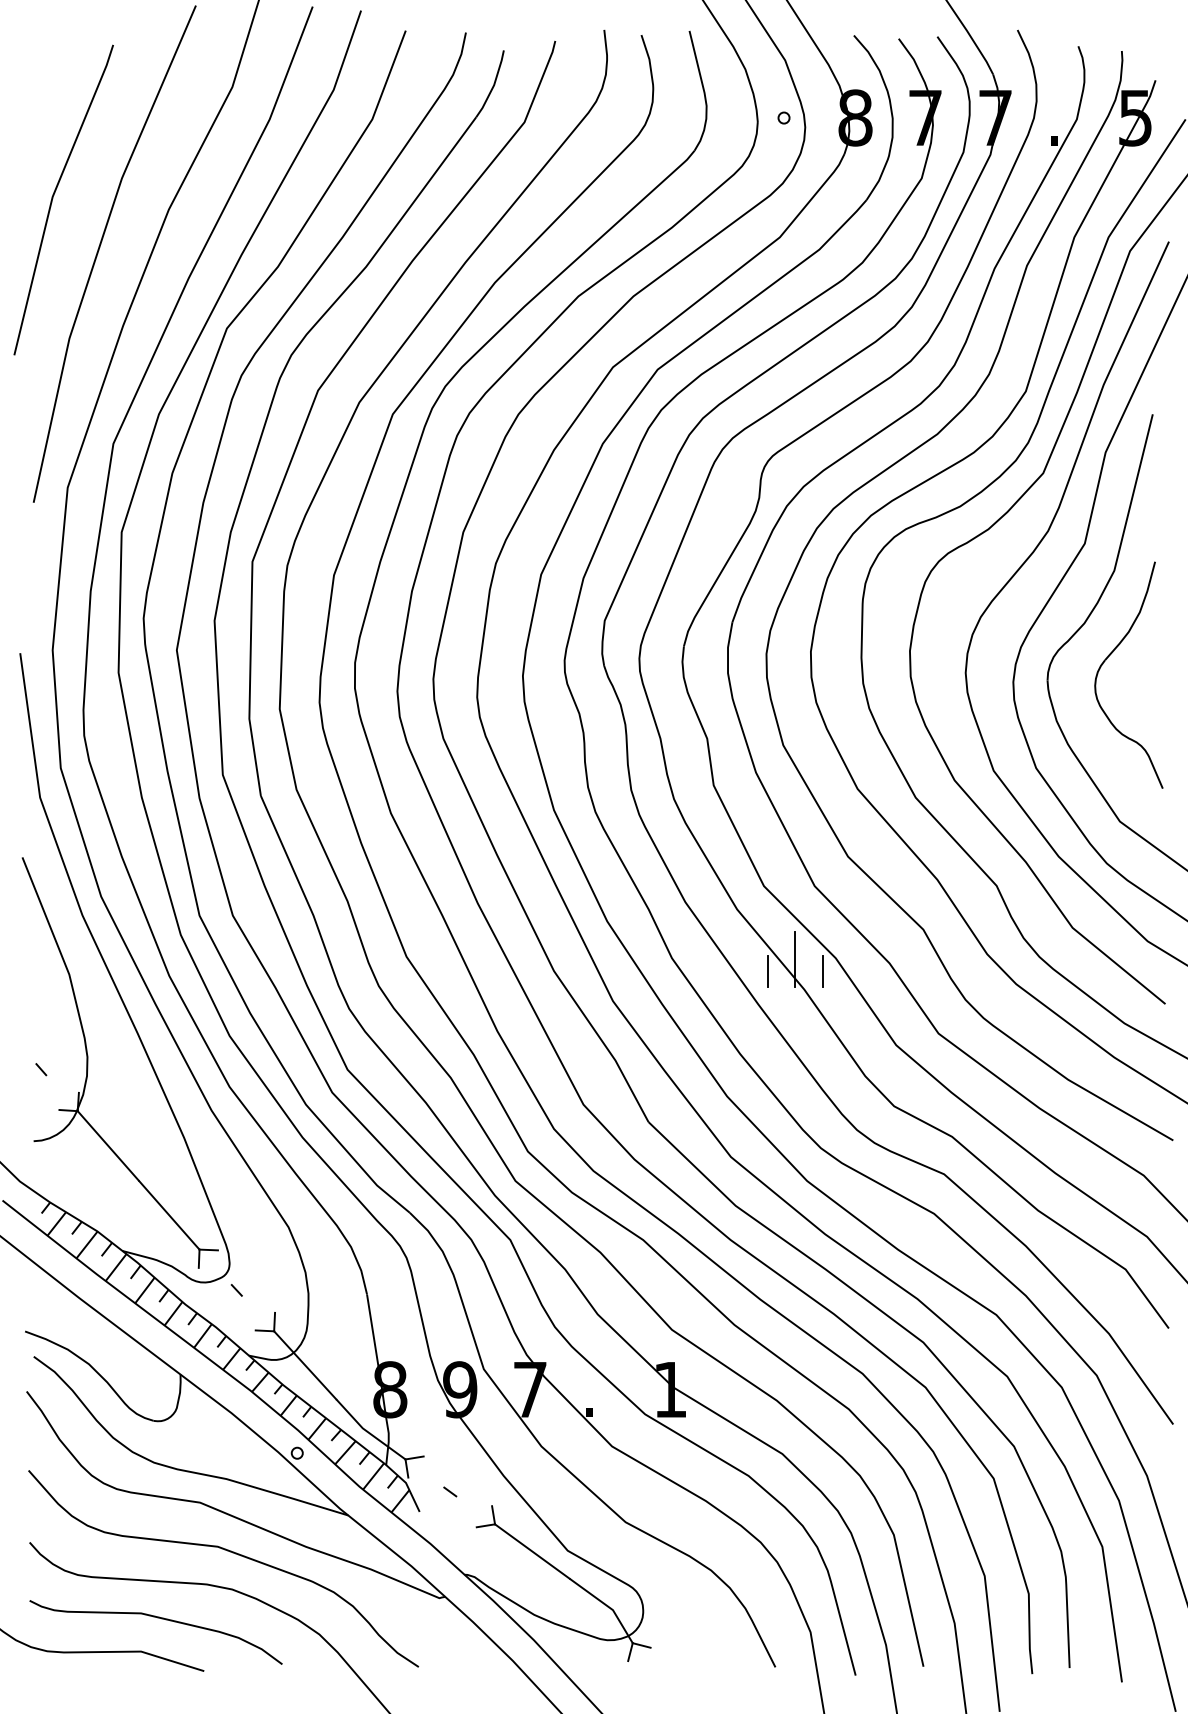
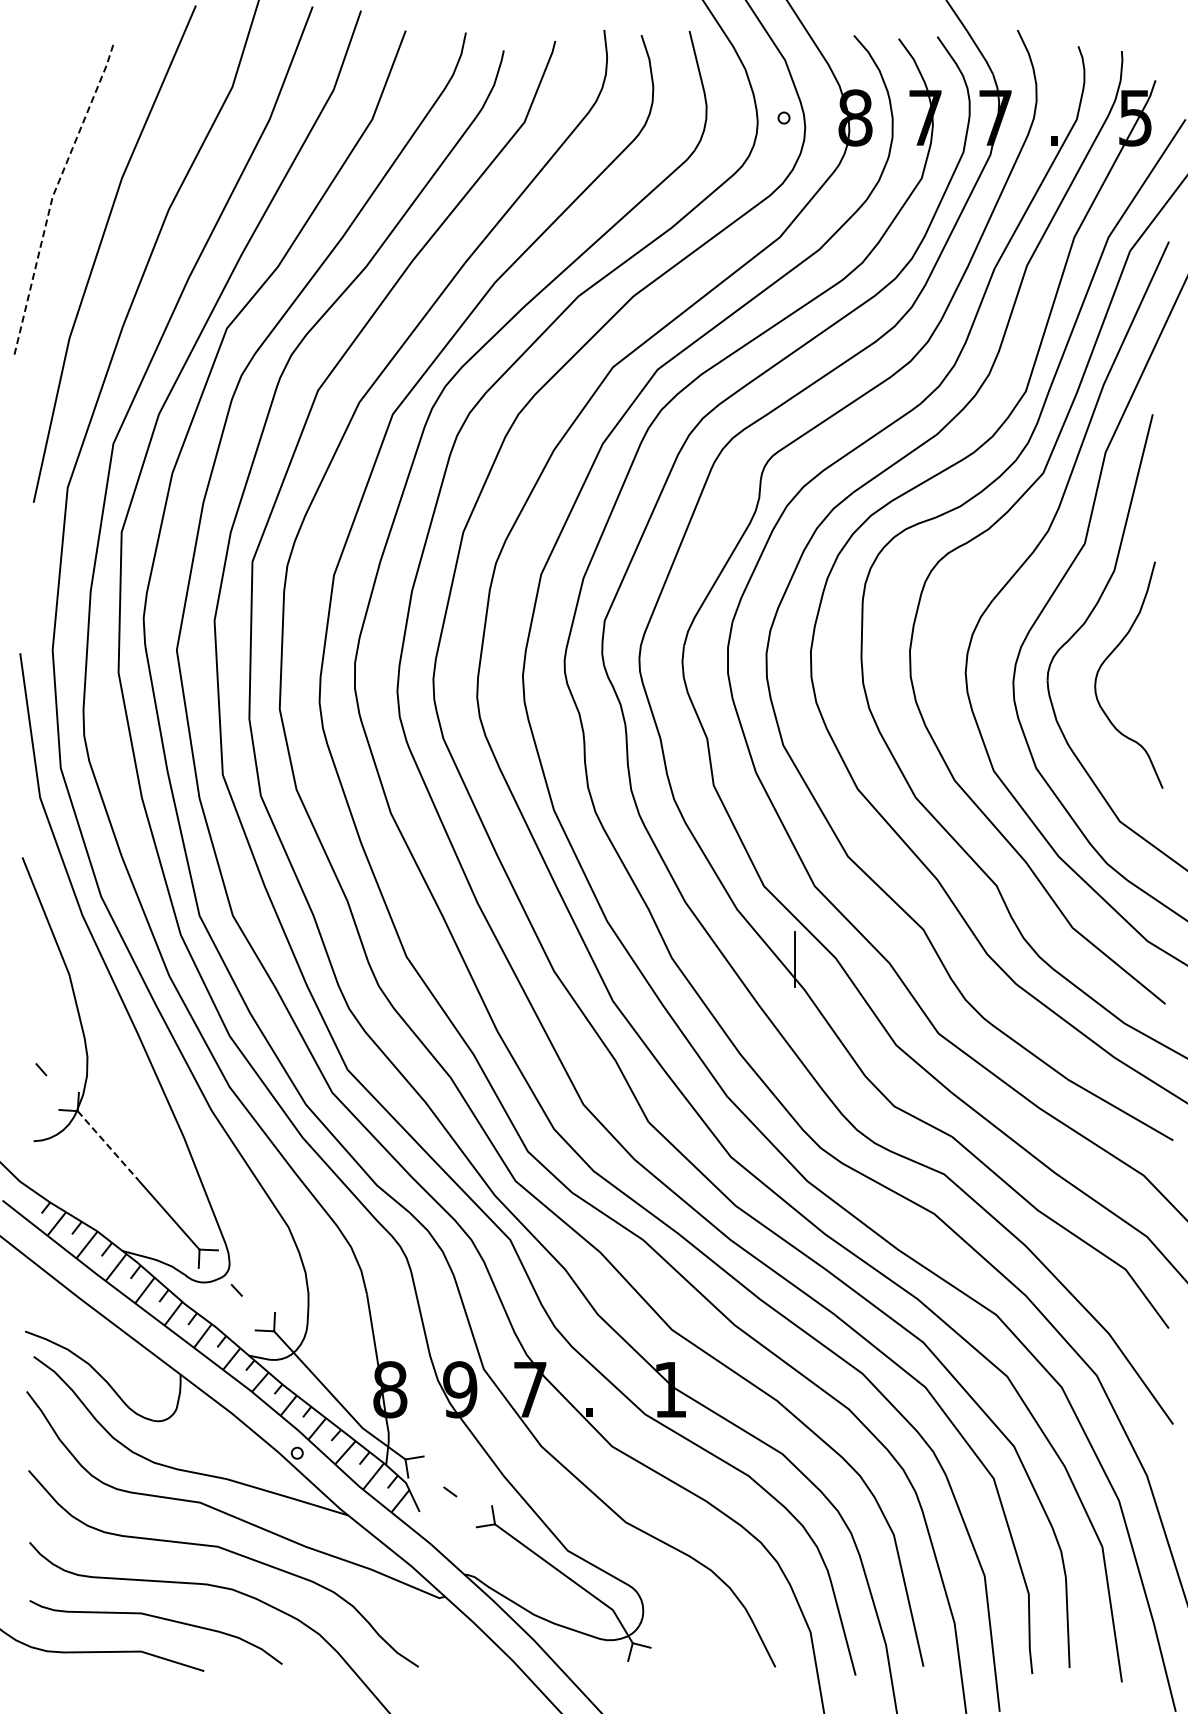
line at (53, 196): solid -> dashed
line at (767, 971): present -> none
line at (822, 971): present -> none
line at (108, 1146): solid -> dashed
